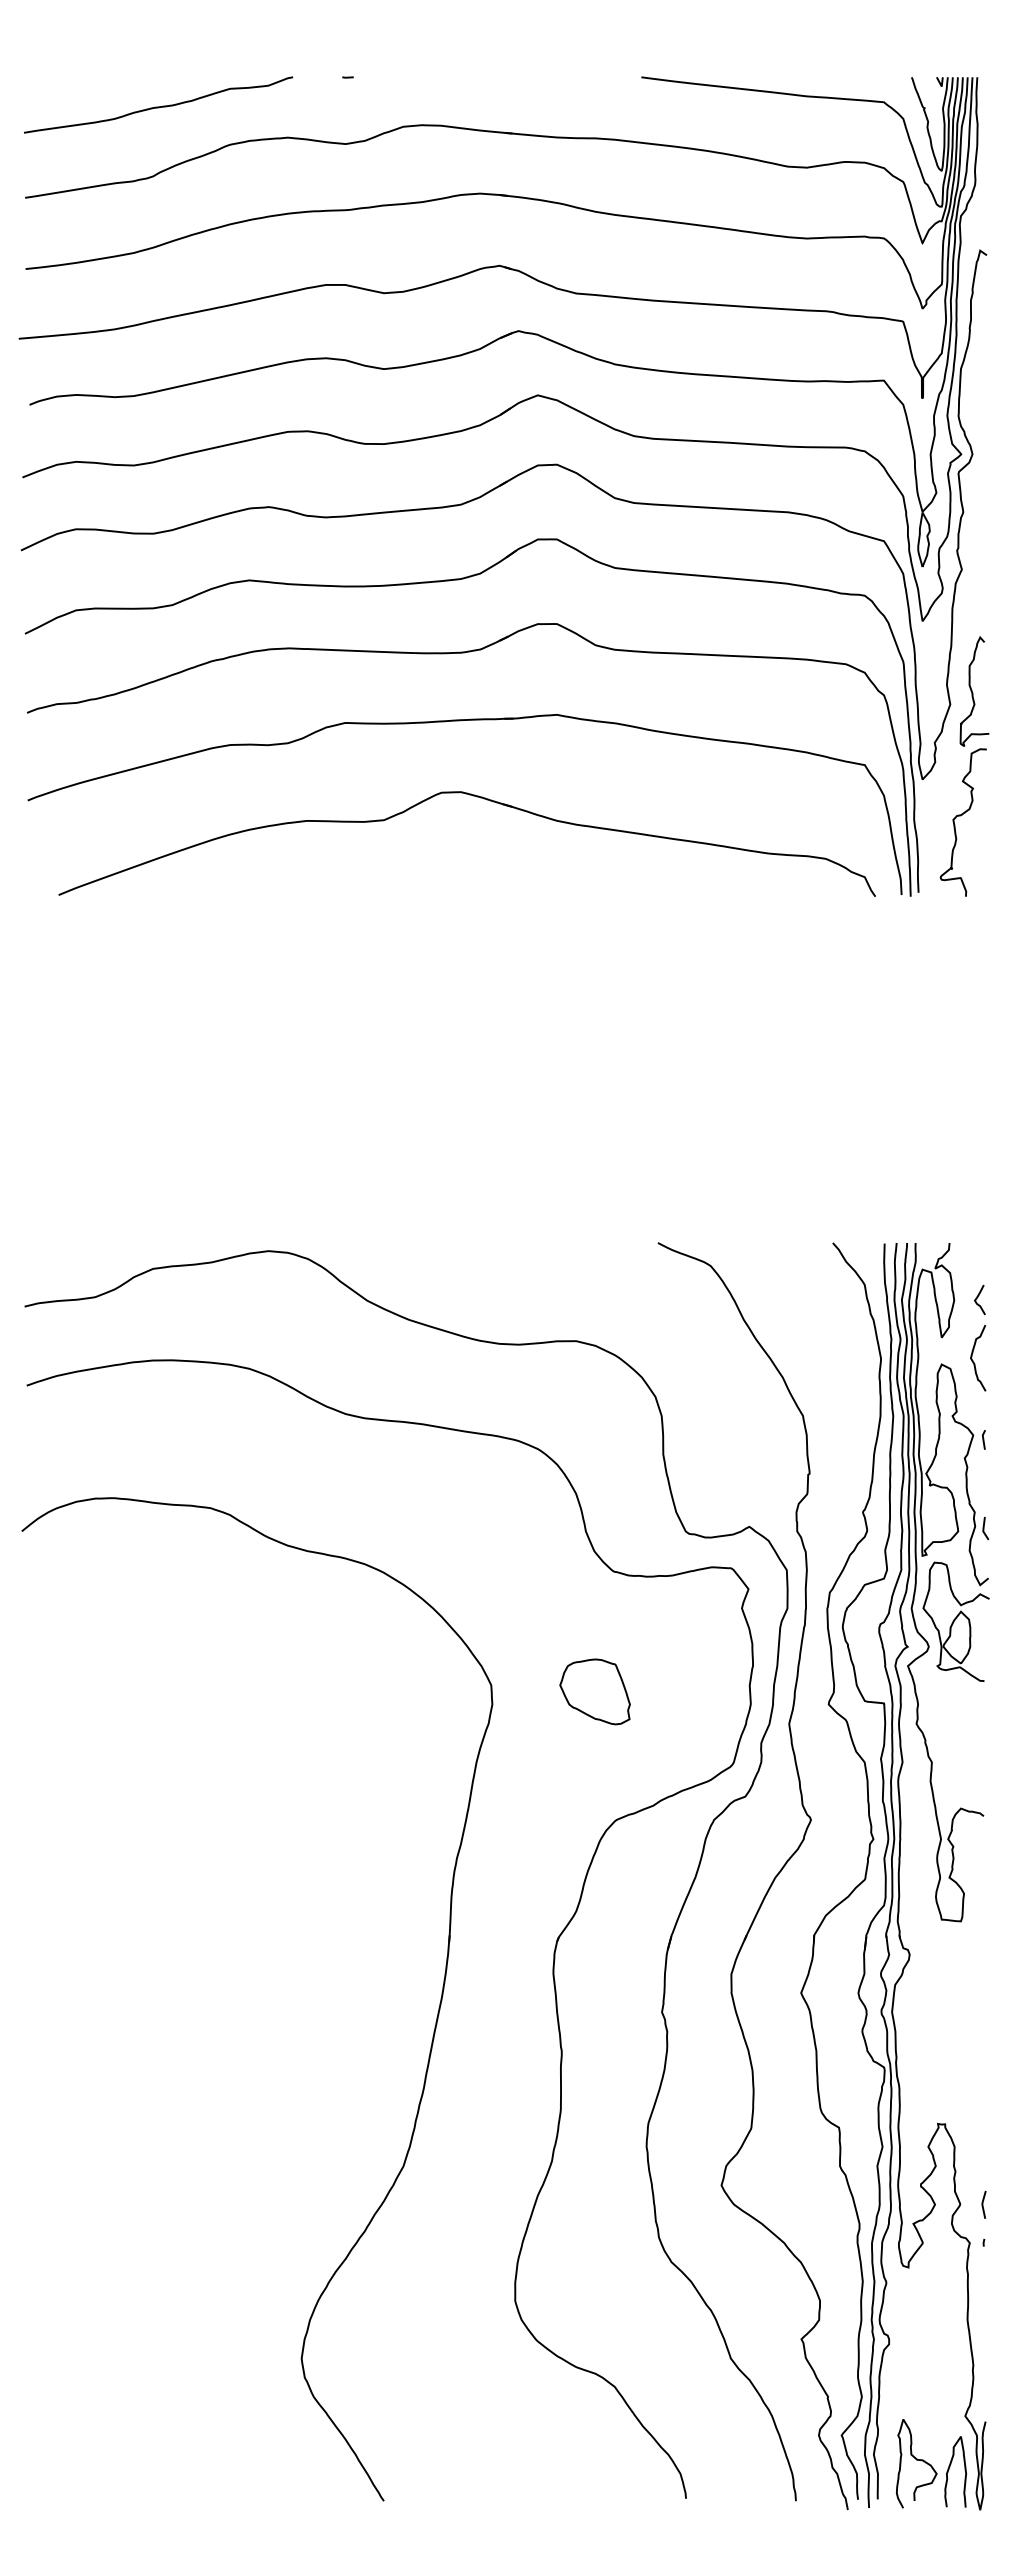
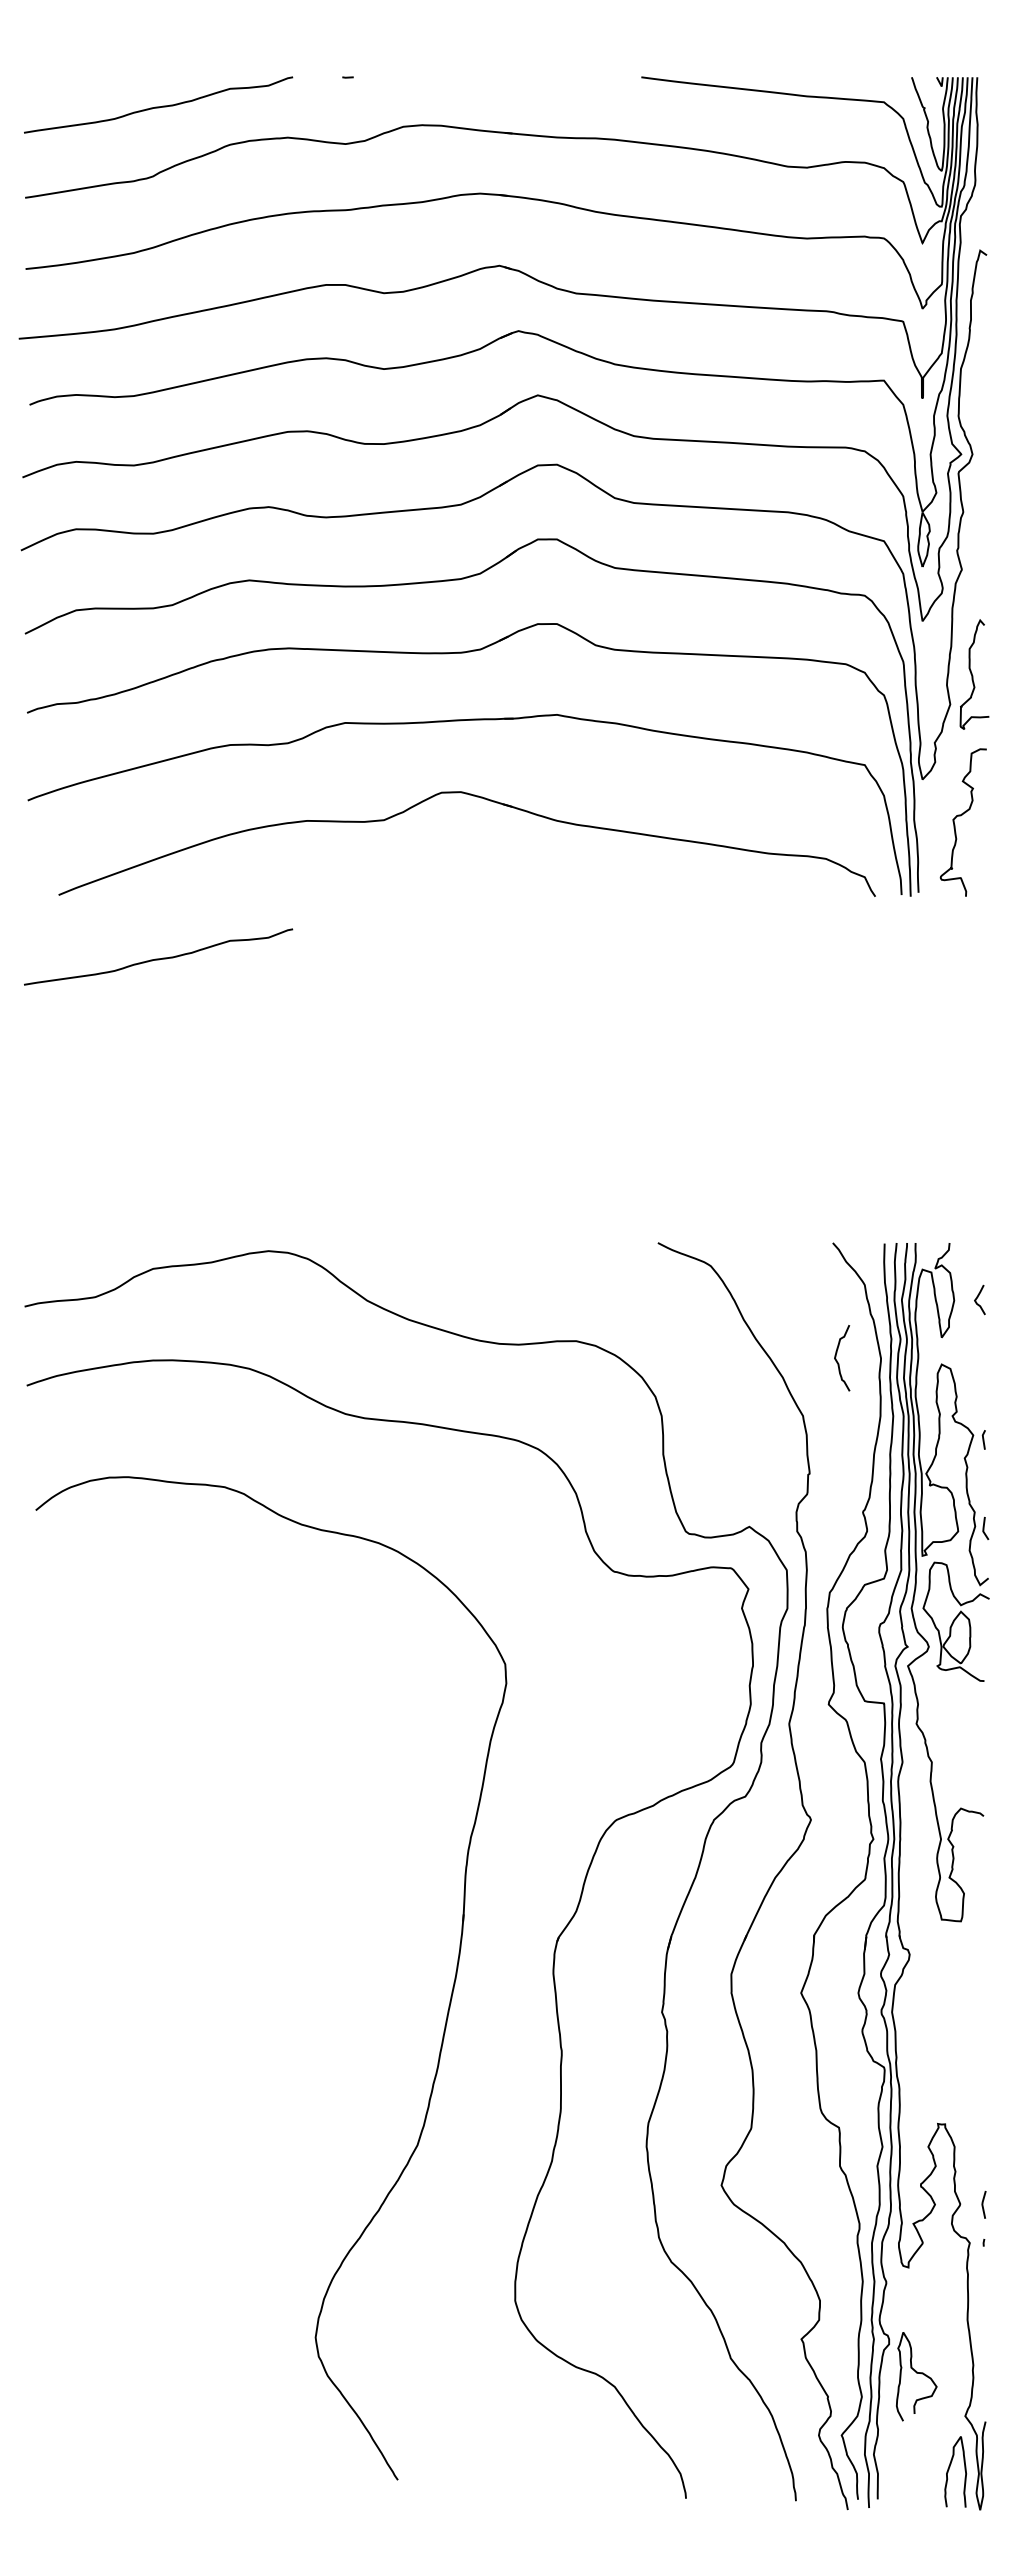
curve at (973, 692) position: (973, 692) -> (973, 675)
curve at (158, 958): none -> present
curve at (973, 1360) position: (973, 1360) -> (837, 1360)
part at (594, 1691): present -> none
part at (432, 2036) position: (432, 2036) -> (446, 2015)
curve at (916, 2460) position: (916, 2460) -> (916, 2373)
